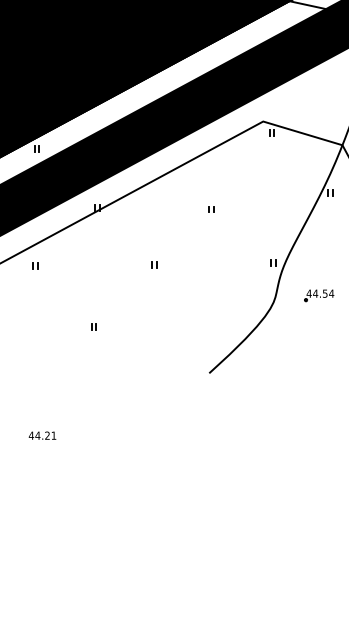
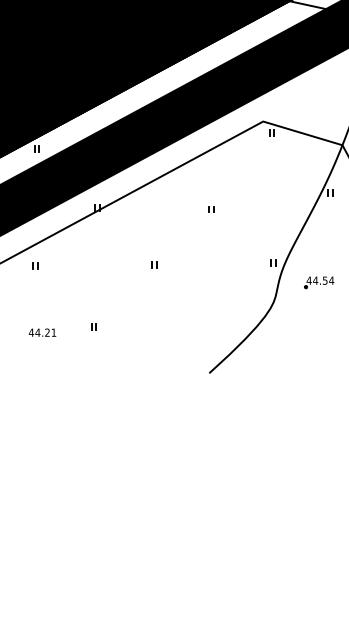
part at (319, 295) position: (319, 295) -> (319, 282)
text at (42, 435) position: (42, 435) -> (42, 332)
